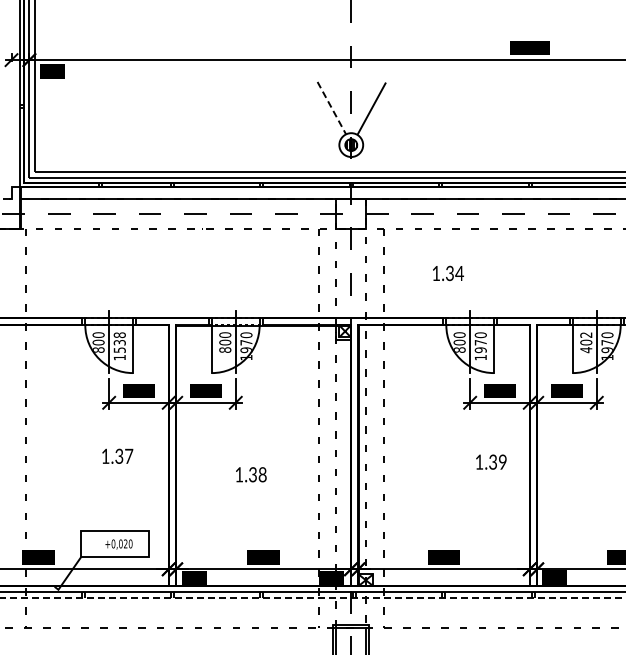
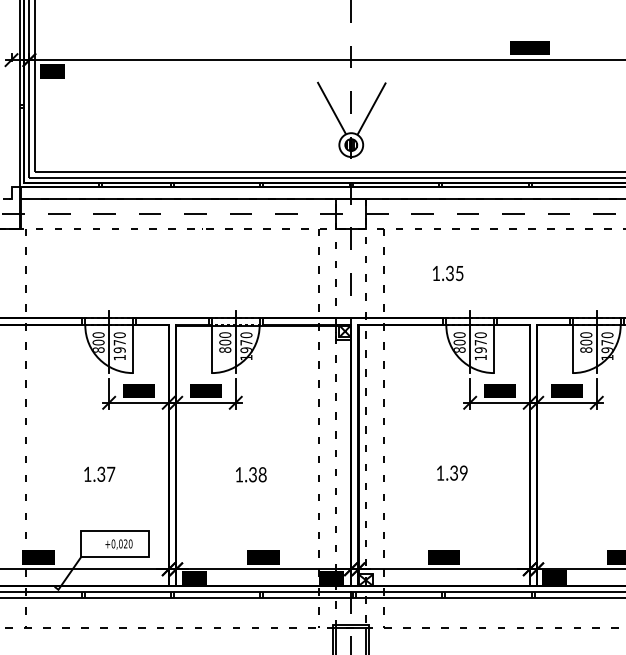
line at (331, 108): dashed -> solid
text at (459, 273): 1.34 -> 1.35
text at (119, 342): 1538 -> 1970
text at (586, 342): 402 -> 800
text at (117, 455) position: (117, 455) -> (99, 473)
text at (491, 461) position: (491, 461) -> (452, 472)
line at (313, 598): dashed -> solid
